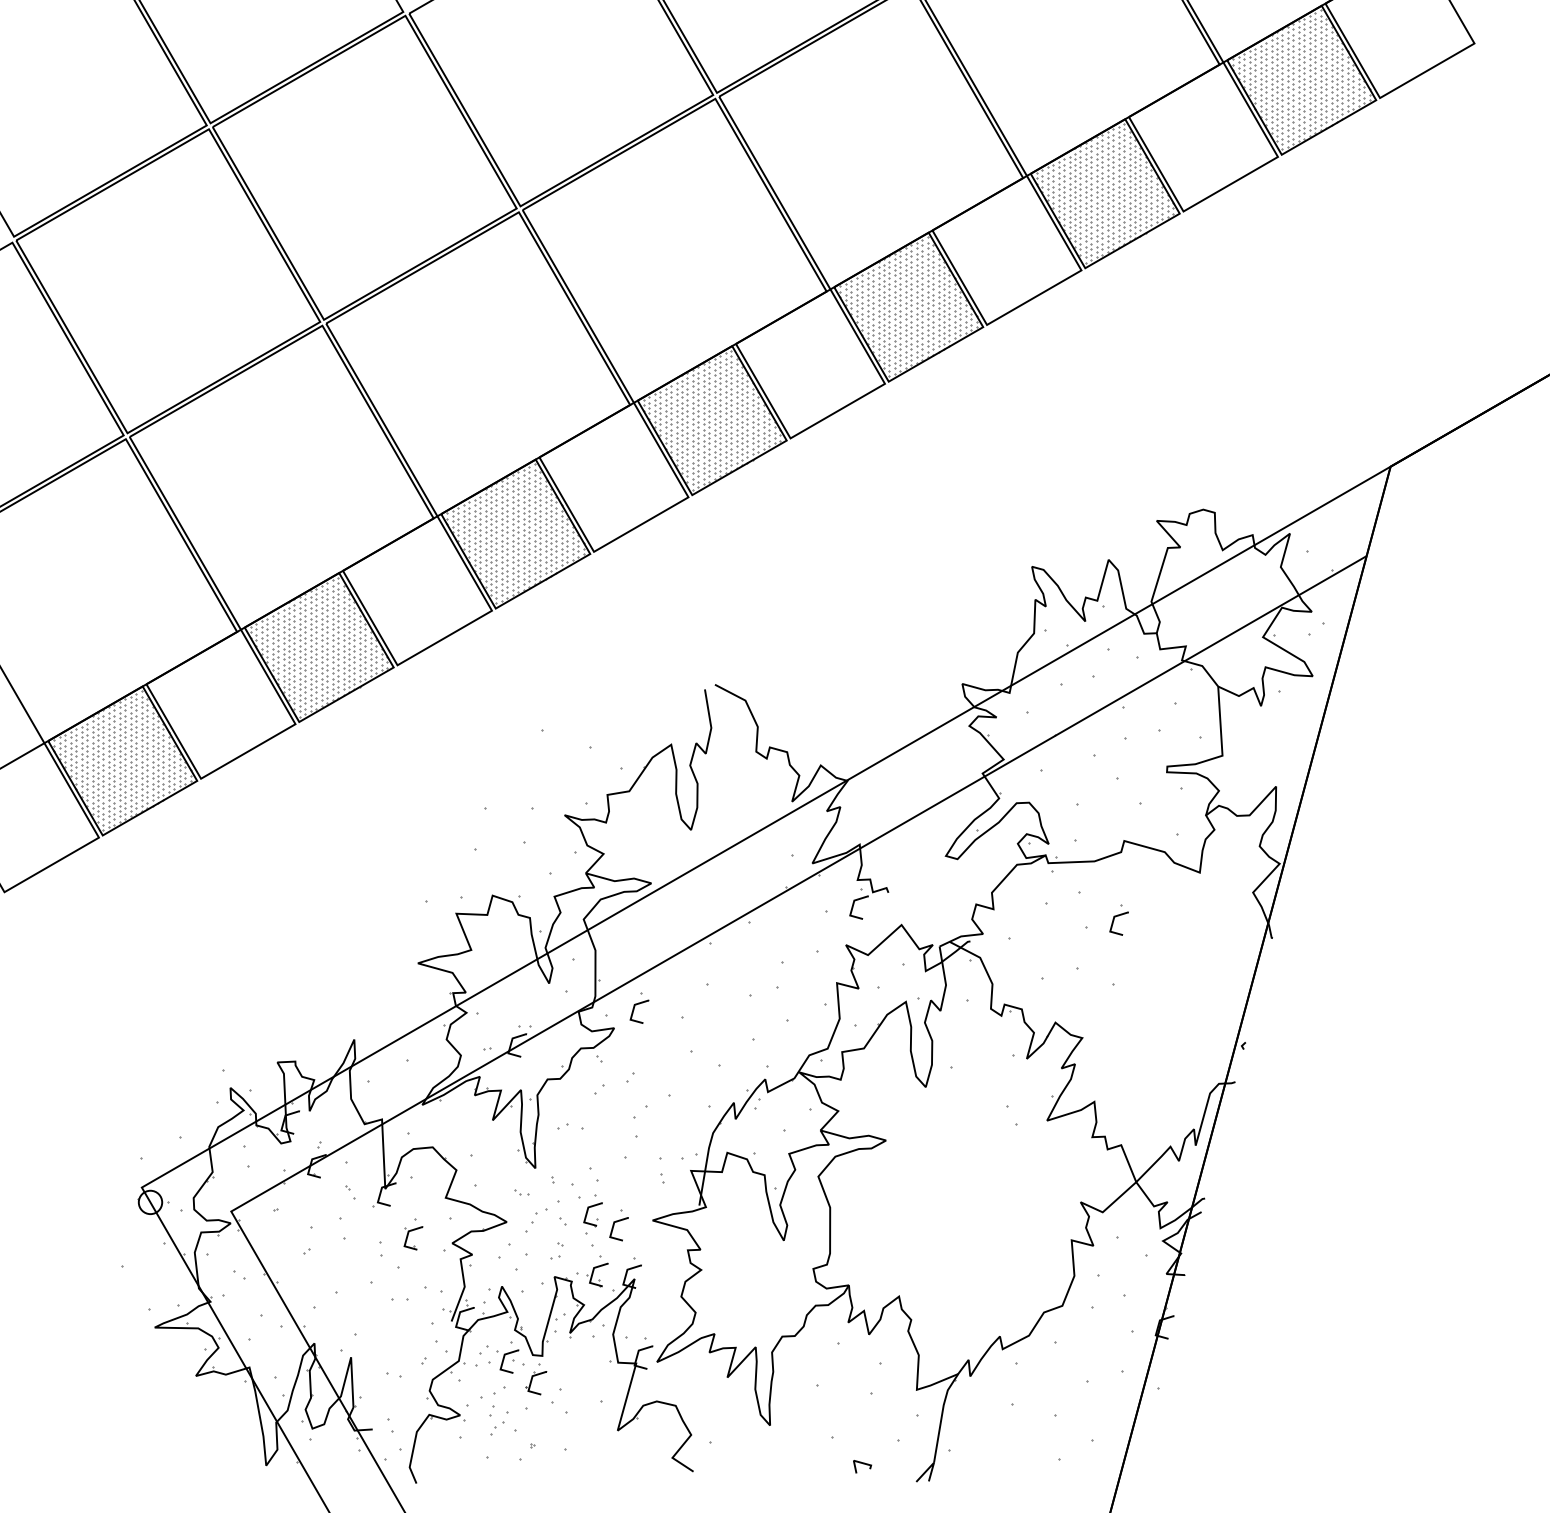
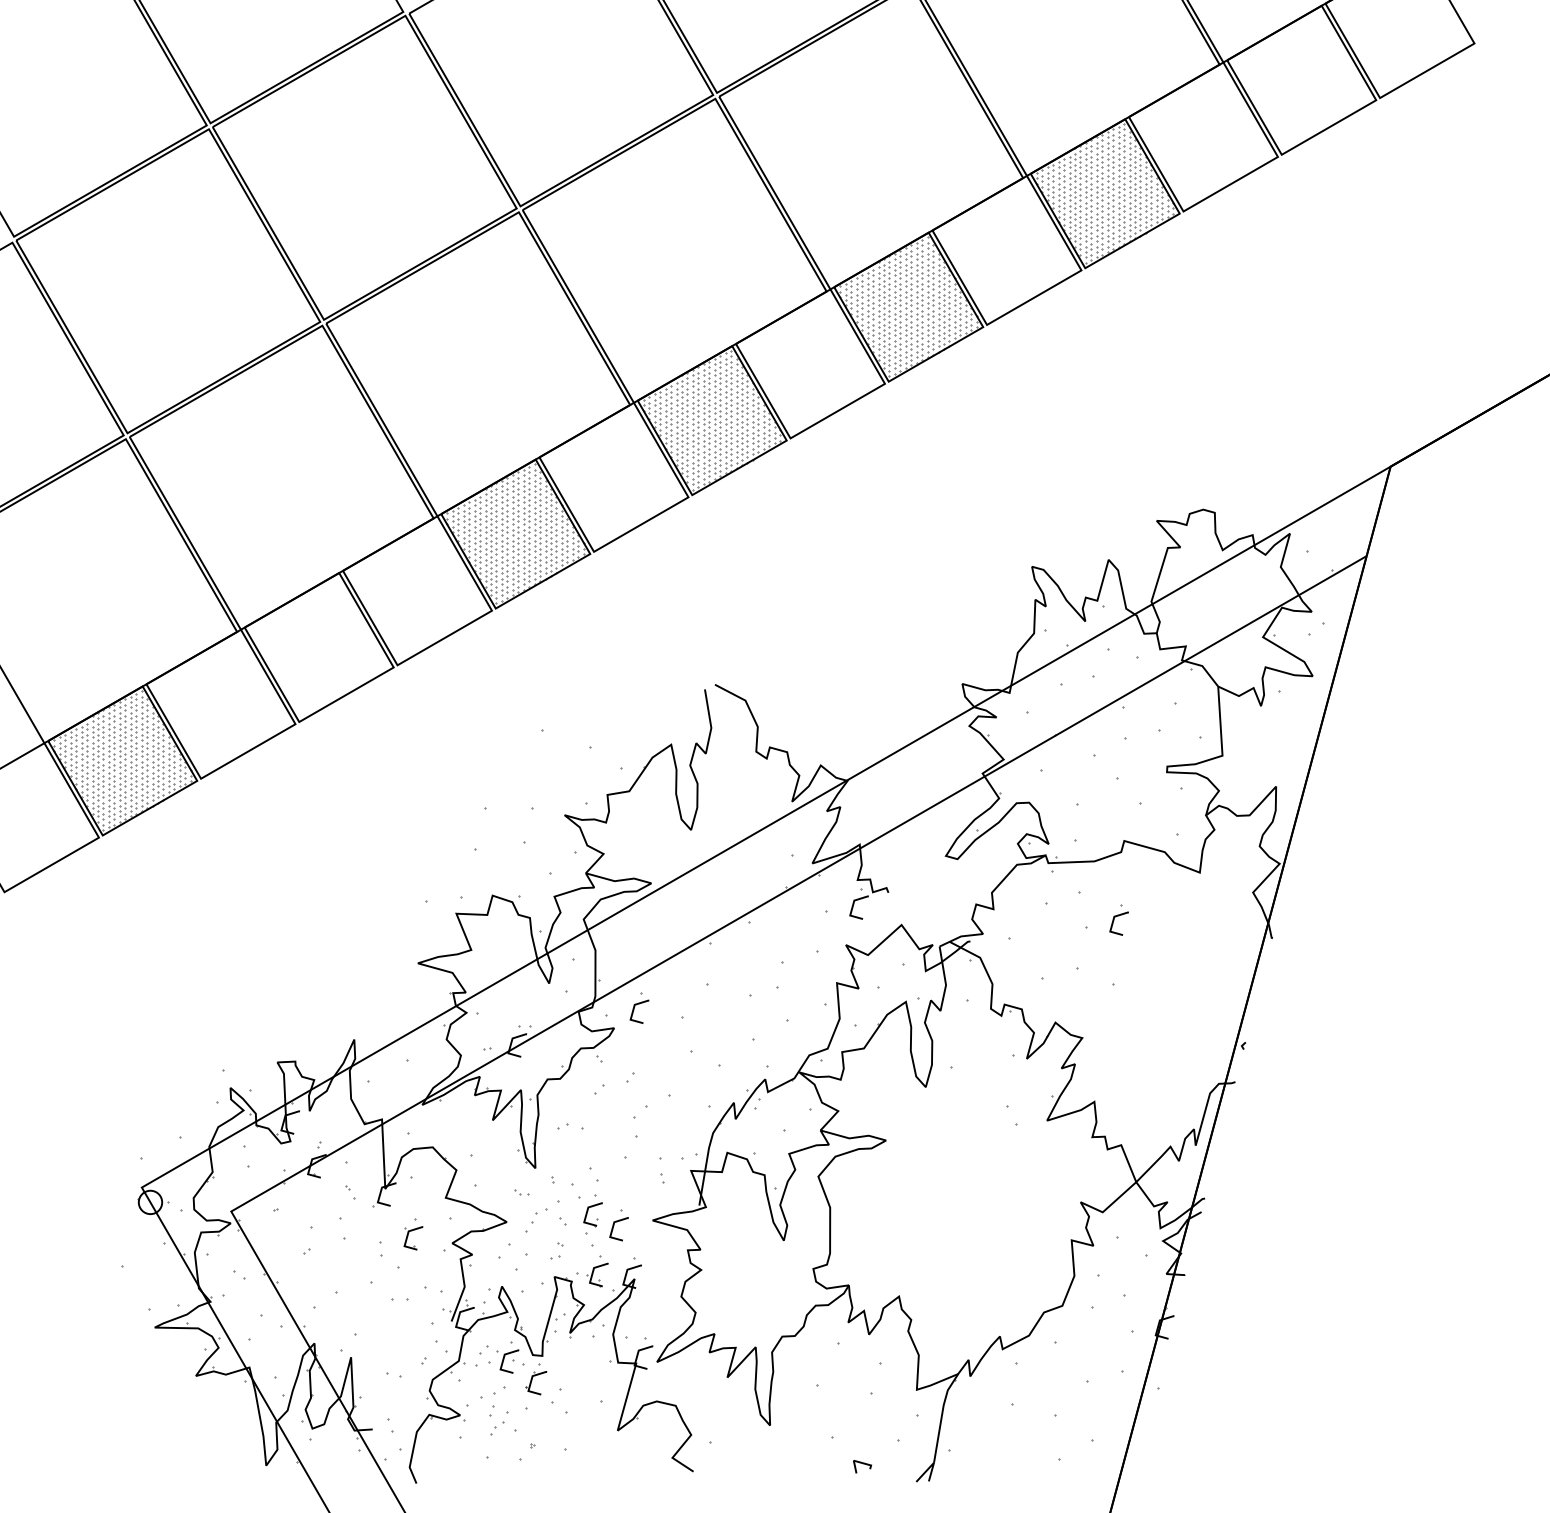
hatch at (1301, 79): present -> none
hatch at (318, 646): present -> none
